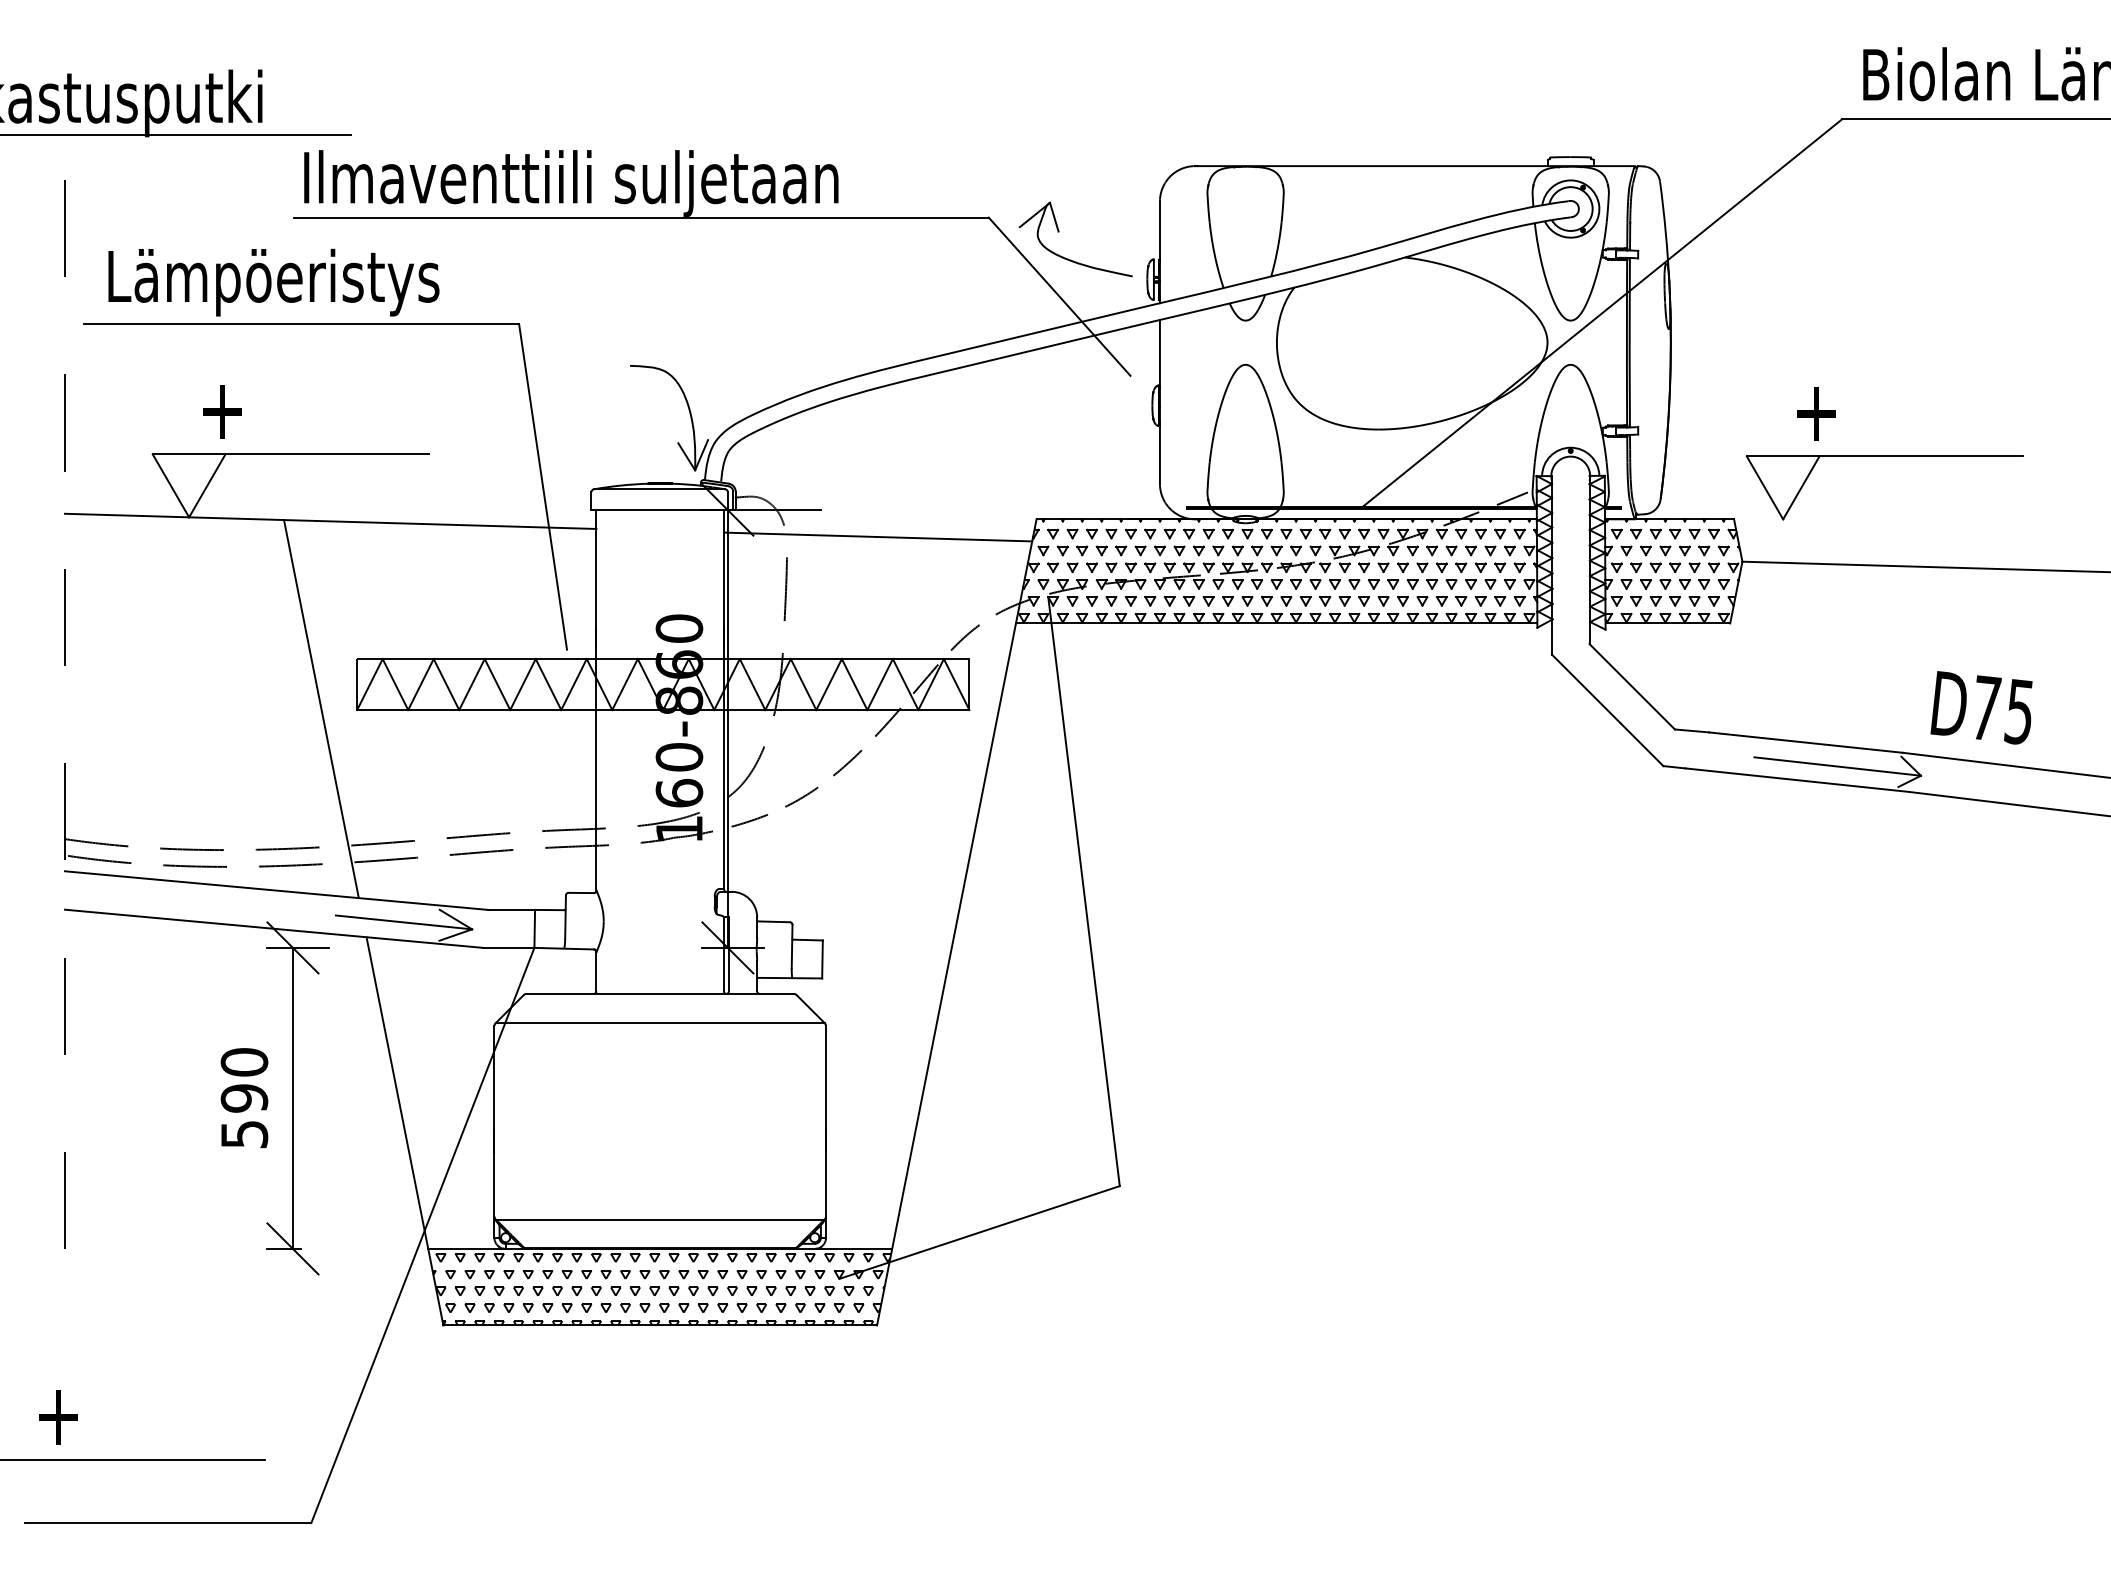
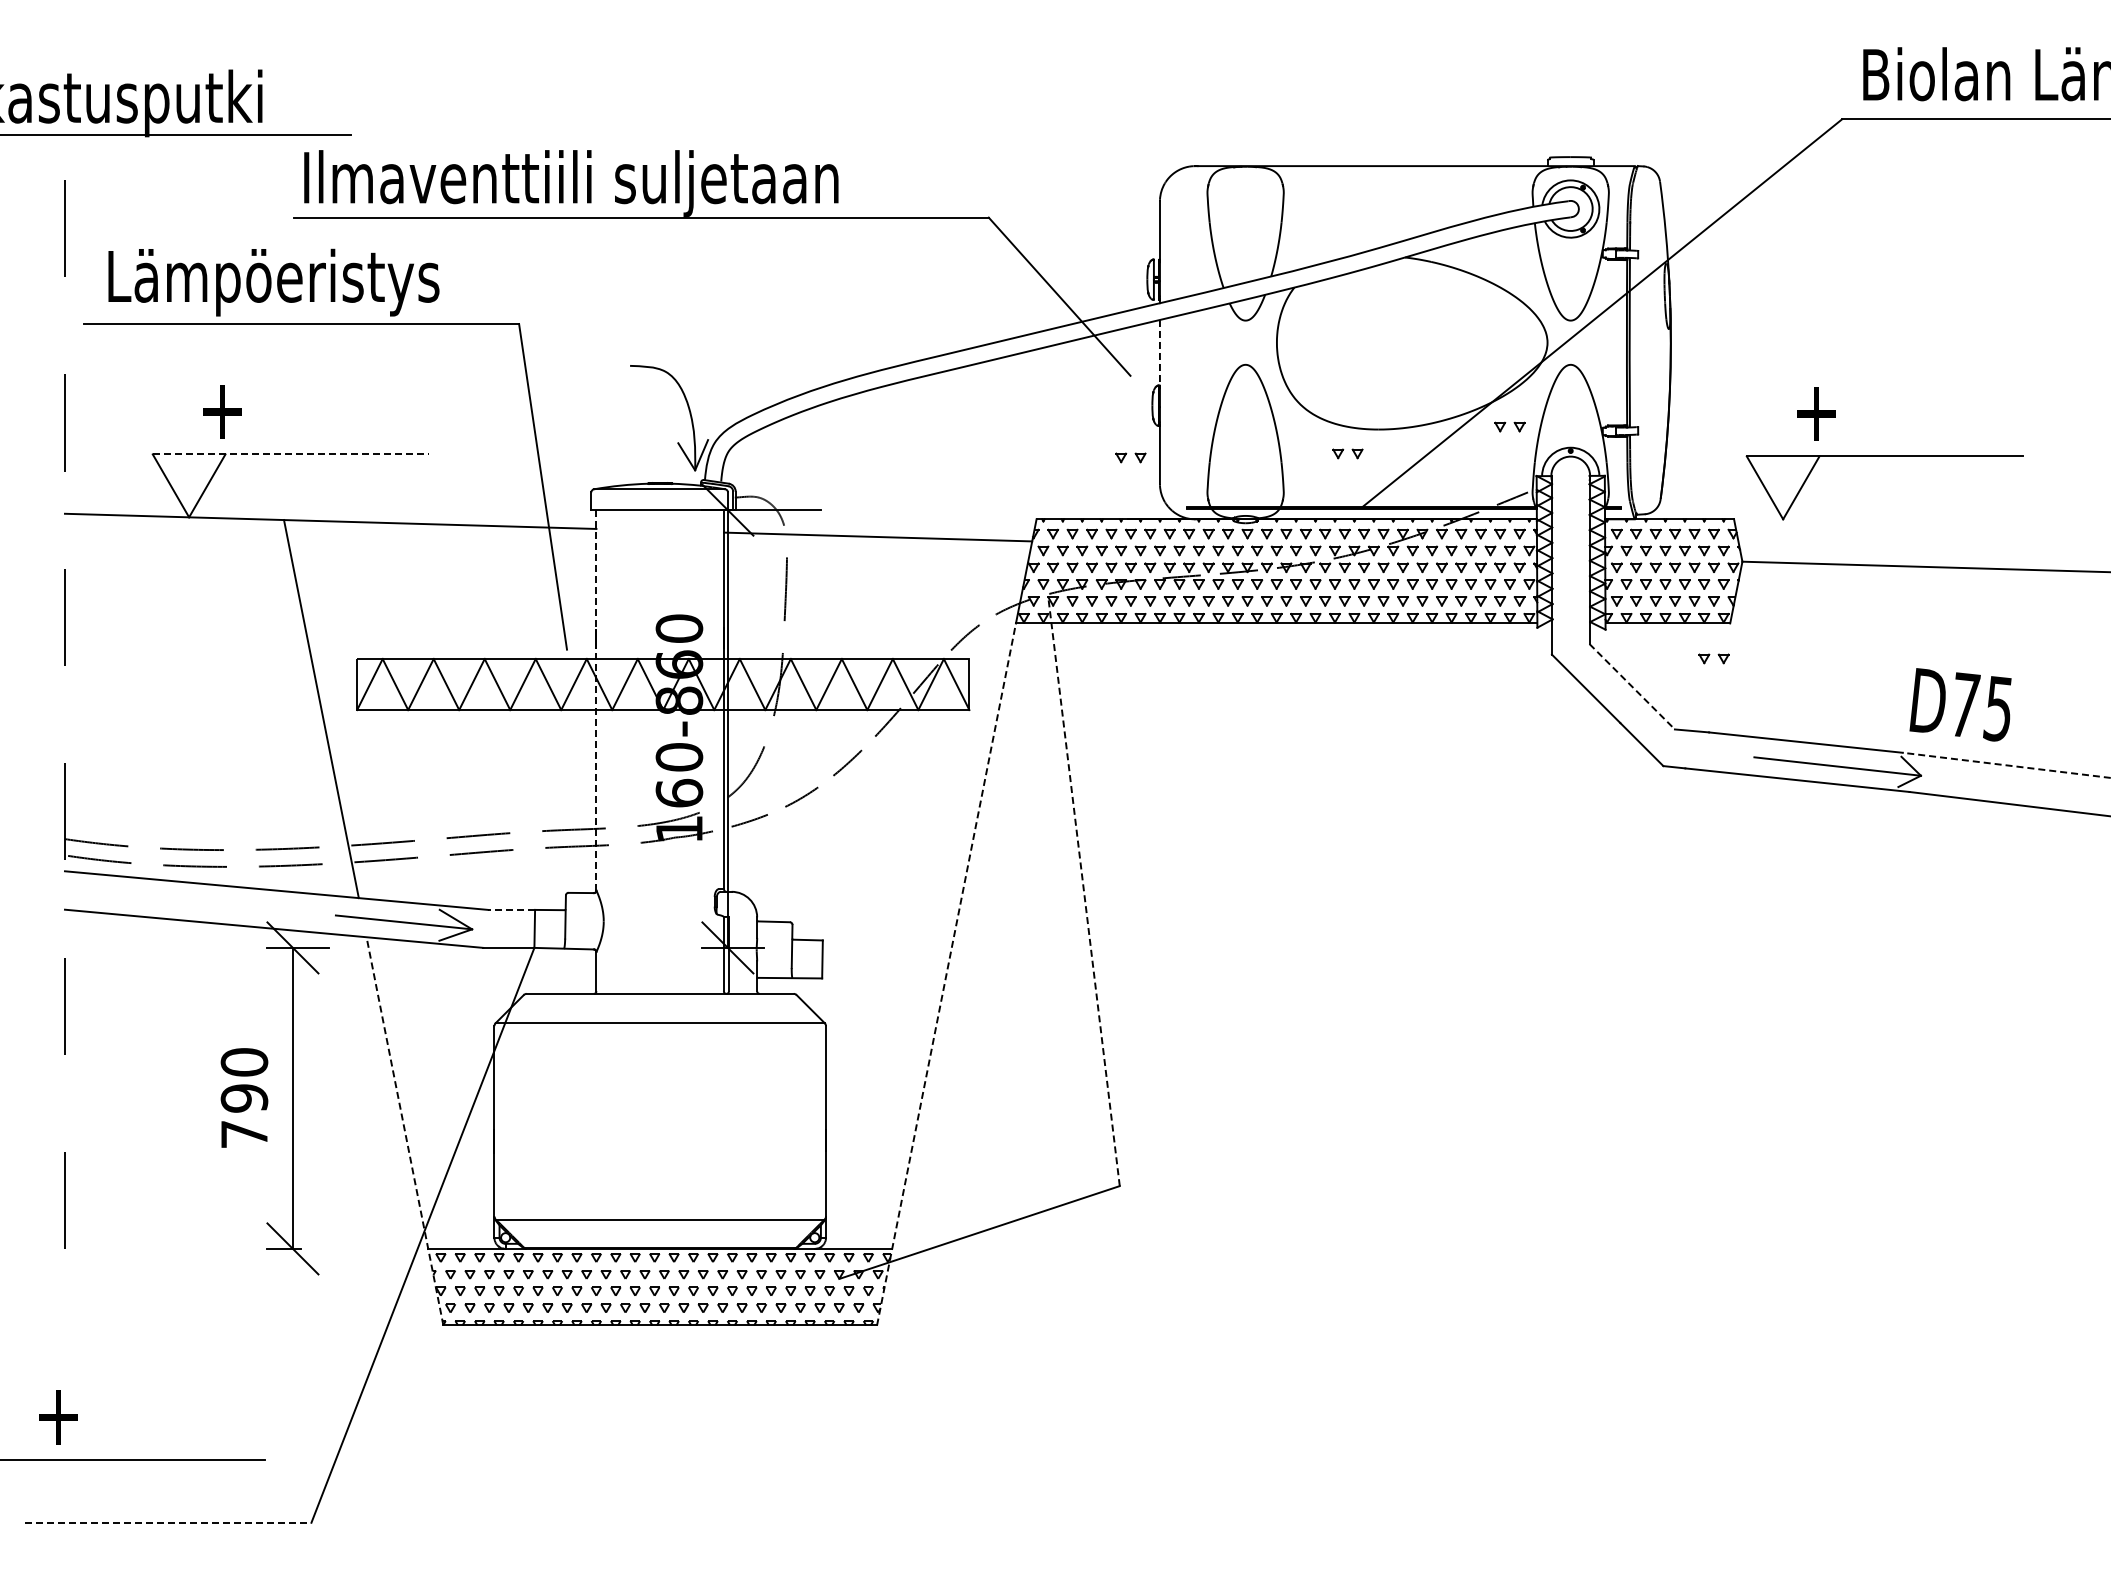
part at (1059, 232): present -> none
line at (1159, 352): solid -> dashed
part at (1509, 426): none -> present
part at (1347, 453): none -> present
line at (291, 454): solid -> dashed
part at (1130, 457): none -> present
part at (1713, 658): none -> present
line at (1632, 687): solid -> dashed
line at (596, 699): solid -> dashed
text at (1981, 707) position: (1981, 707) -> (1960, 704)
line at (2006, 765): solid -> dashed
line at (1084, 891): solid -> dashed
line at (511, 909): solid -> dashed
line at (946, 974): solid -> dashed
line at (404, 1131): solid -> dashed
text at (244, 1134): 590 -> 790
line at (168, 1522): solid -> dashed
